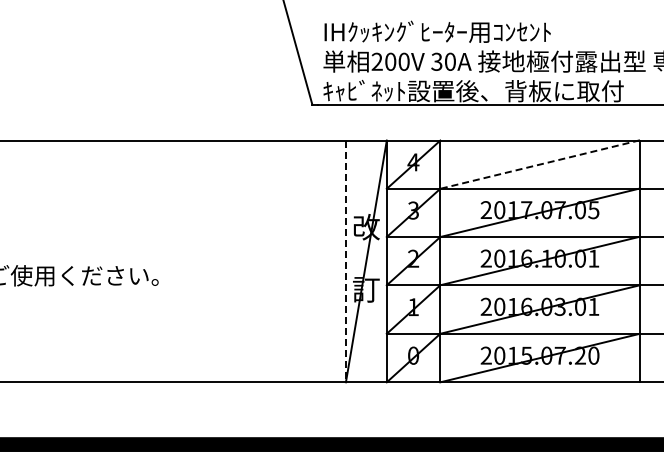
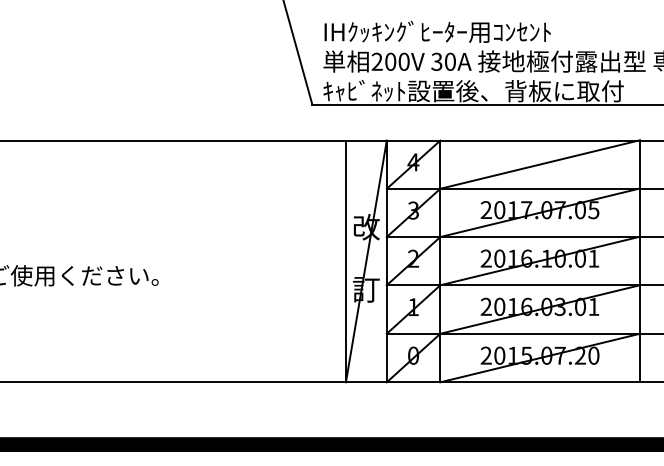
line at (540, 164): dashed -> solid
line at (345, 261): dashed -> solid
